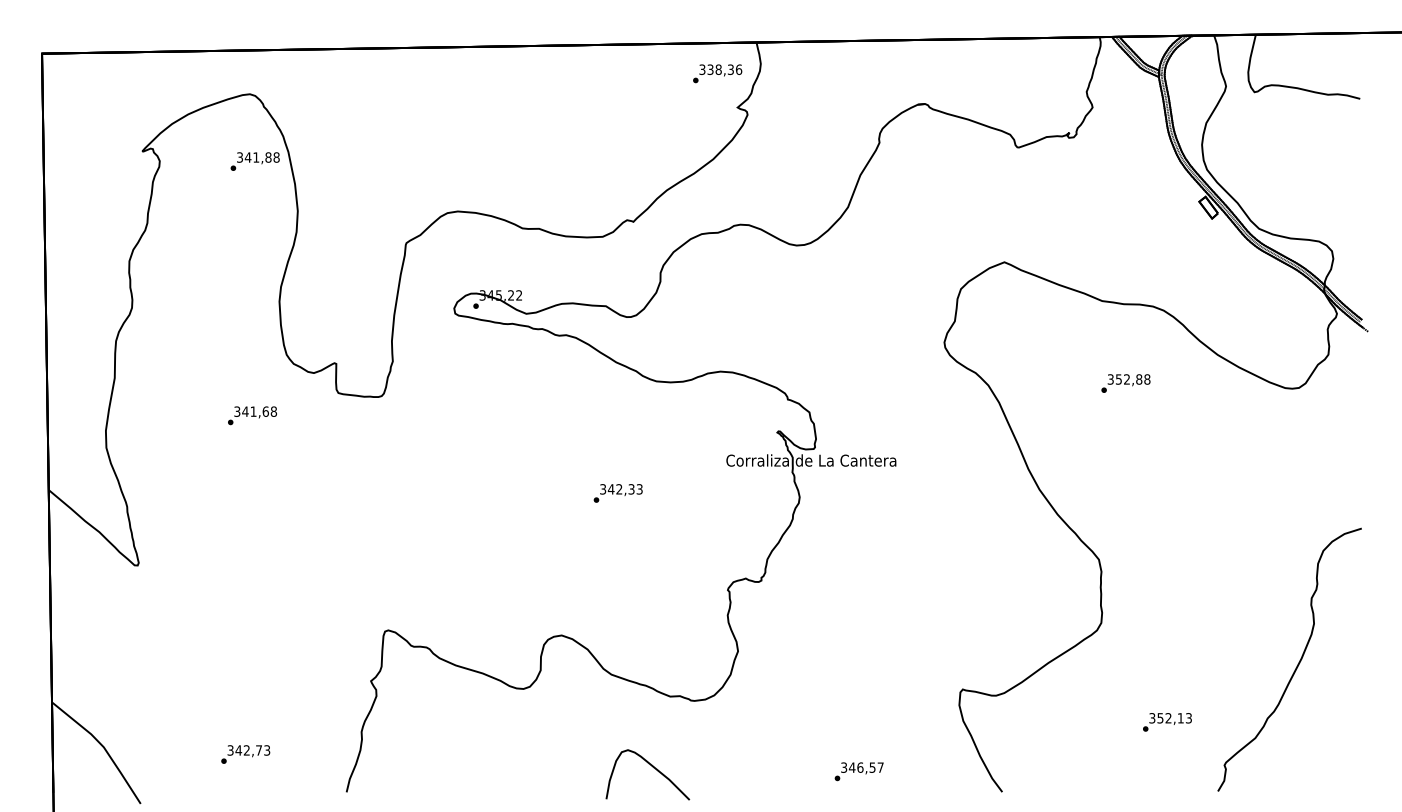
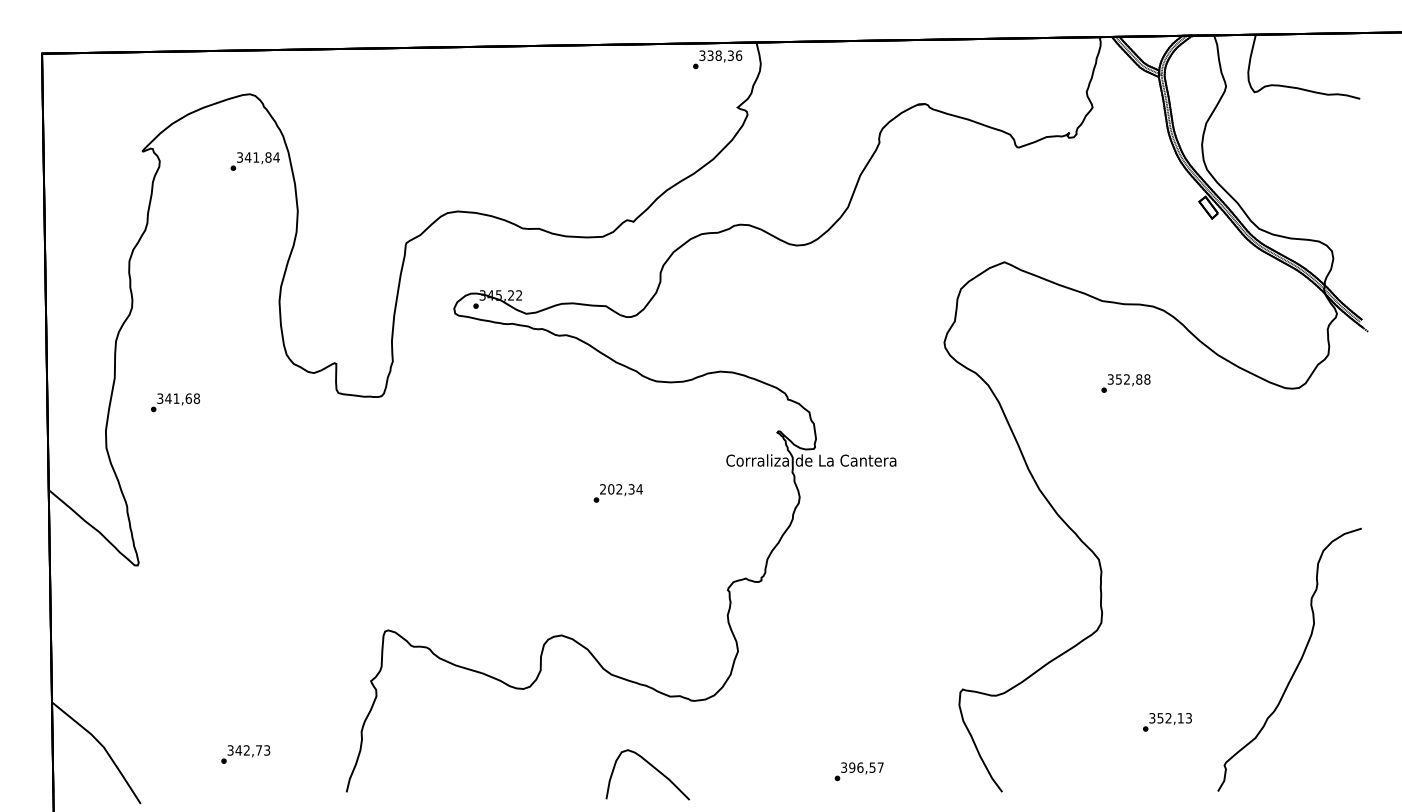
text at (717, 73) position: (717, 73) -> (717, 59)
text at (276, 157): 341,88 -> 341,84
text at (252, 415) position: (252, 415) -> (175, 402)
text at (621, 489): 342,33 -> 202,34
text at (851, 767): 346,57 -> 396,57
